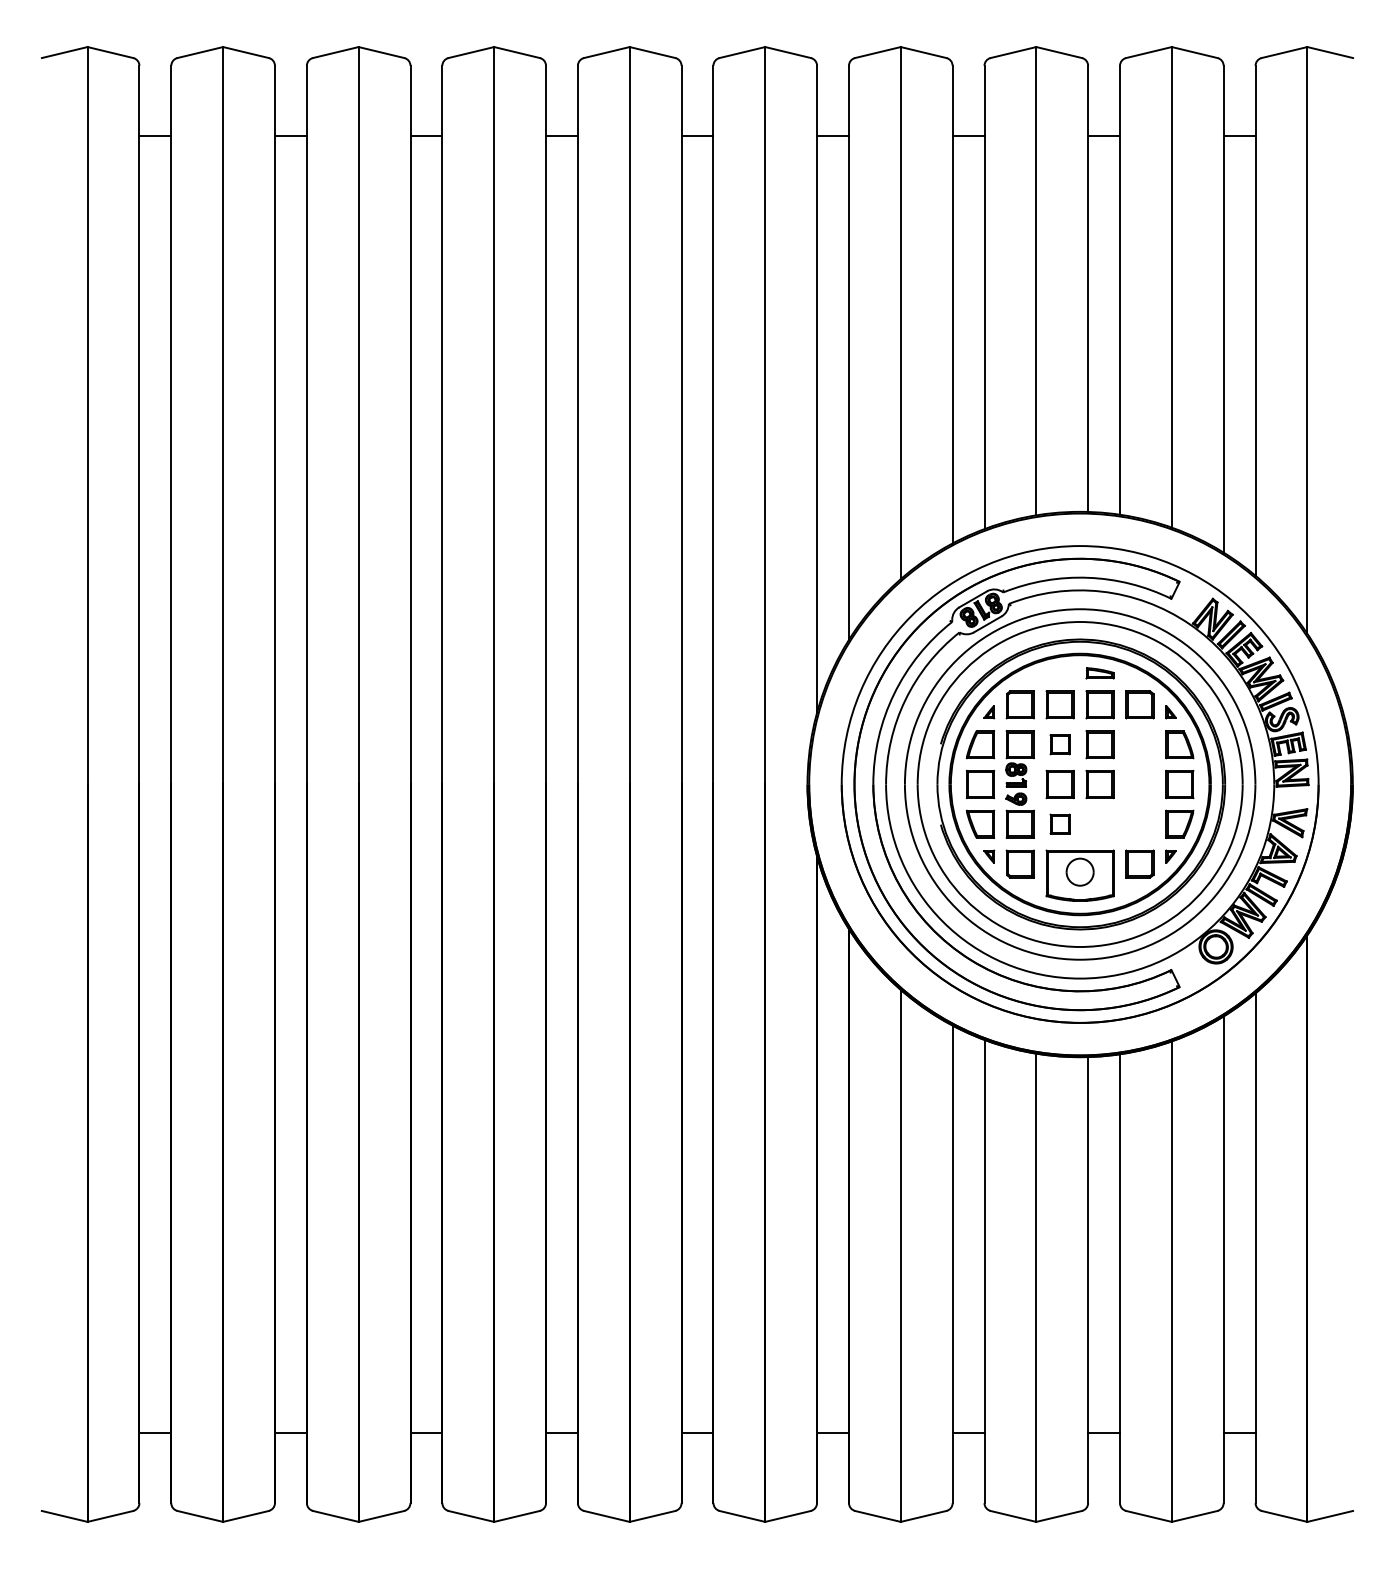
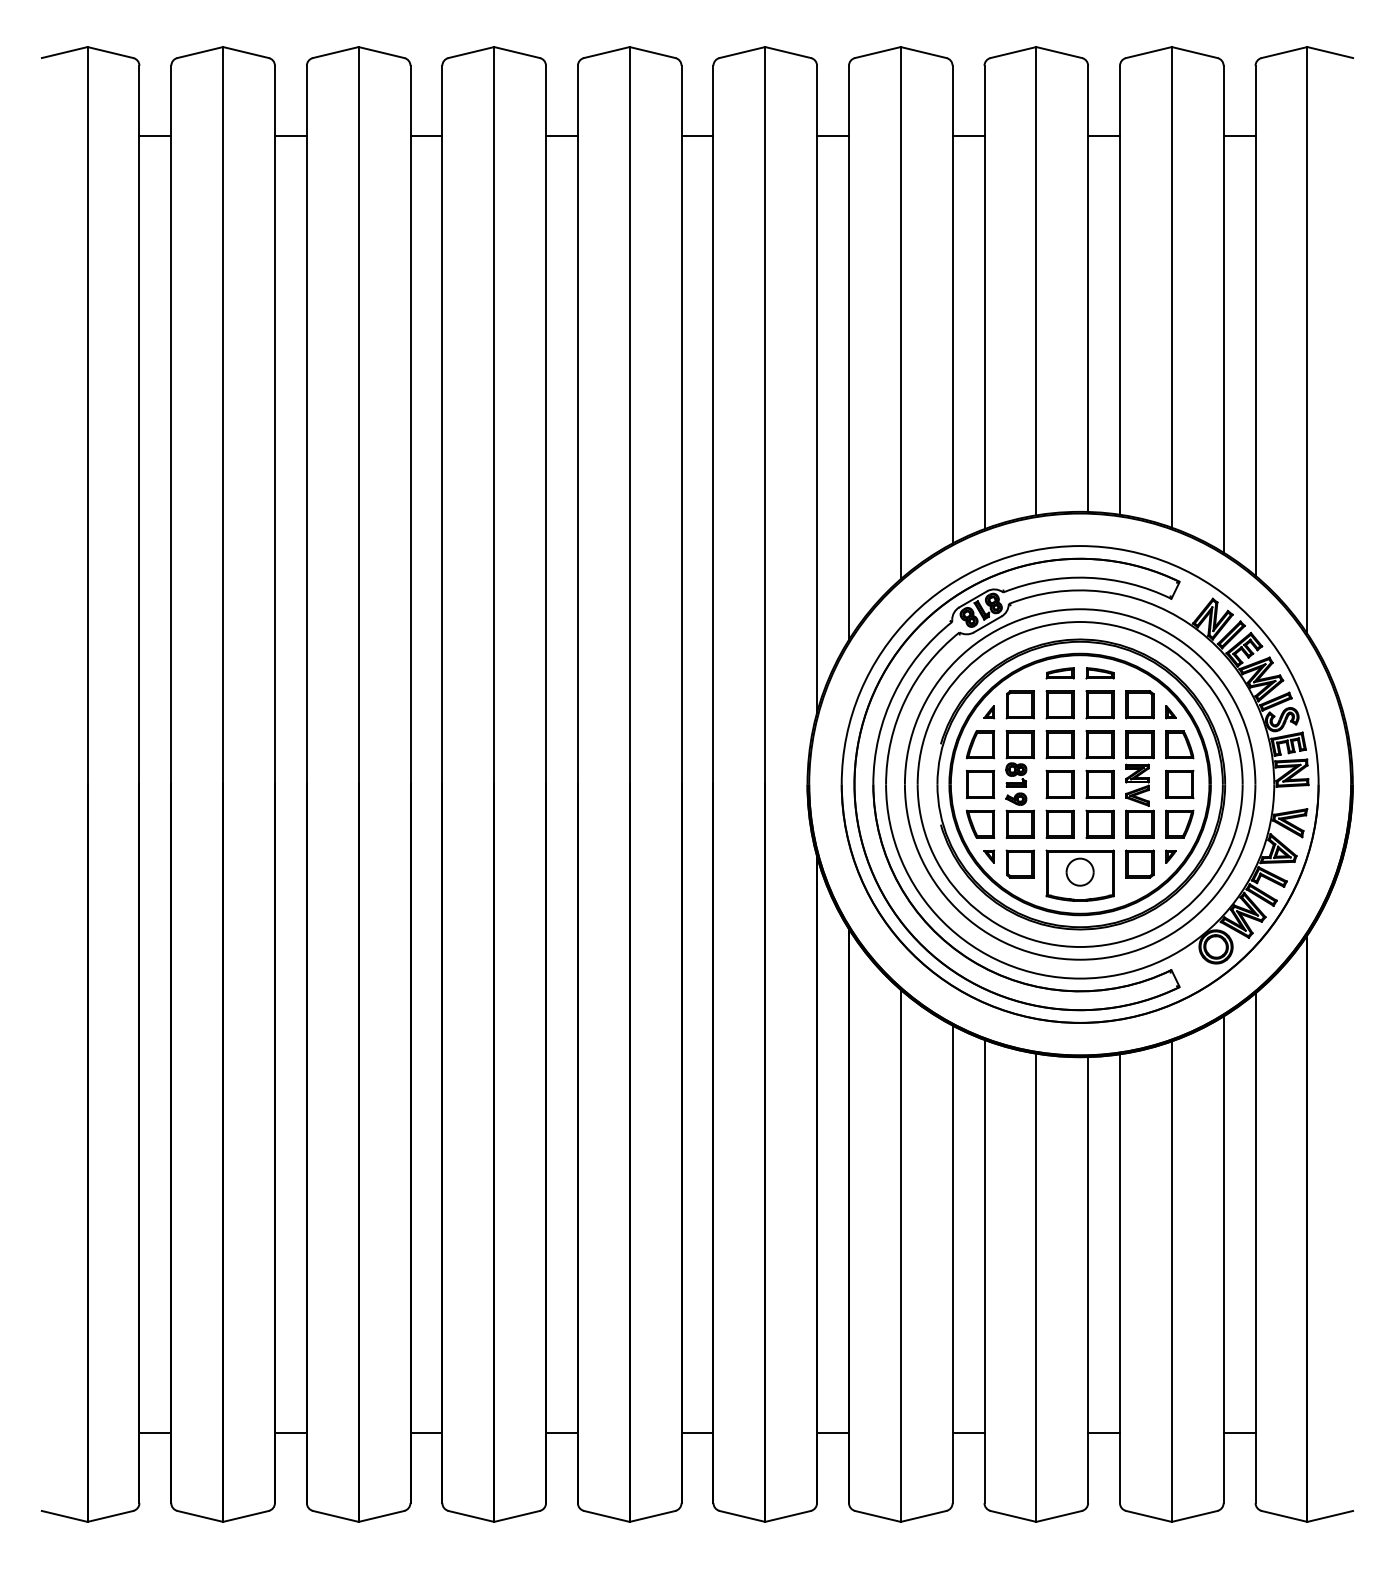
part at (1059, 673): none -> present
part at (1059, 744) size: 22x22 px -> 30x30 px
part at (1139, 784): none -> present
part at (1059, 823) size: 22x22 px -> 30x30 px
part at (1099, 823): none -> present
